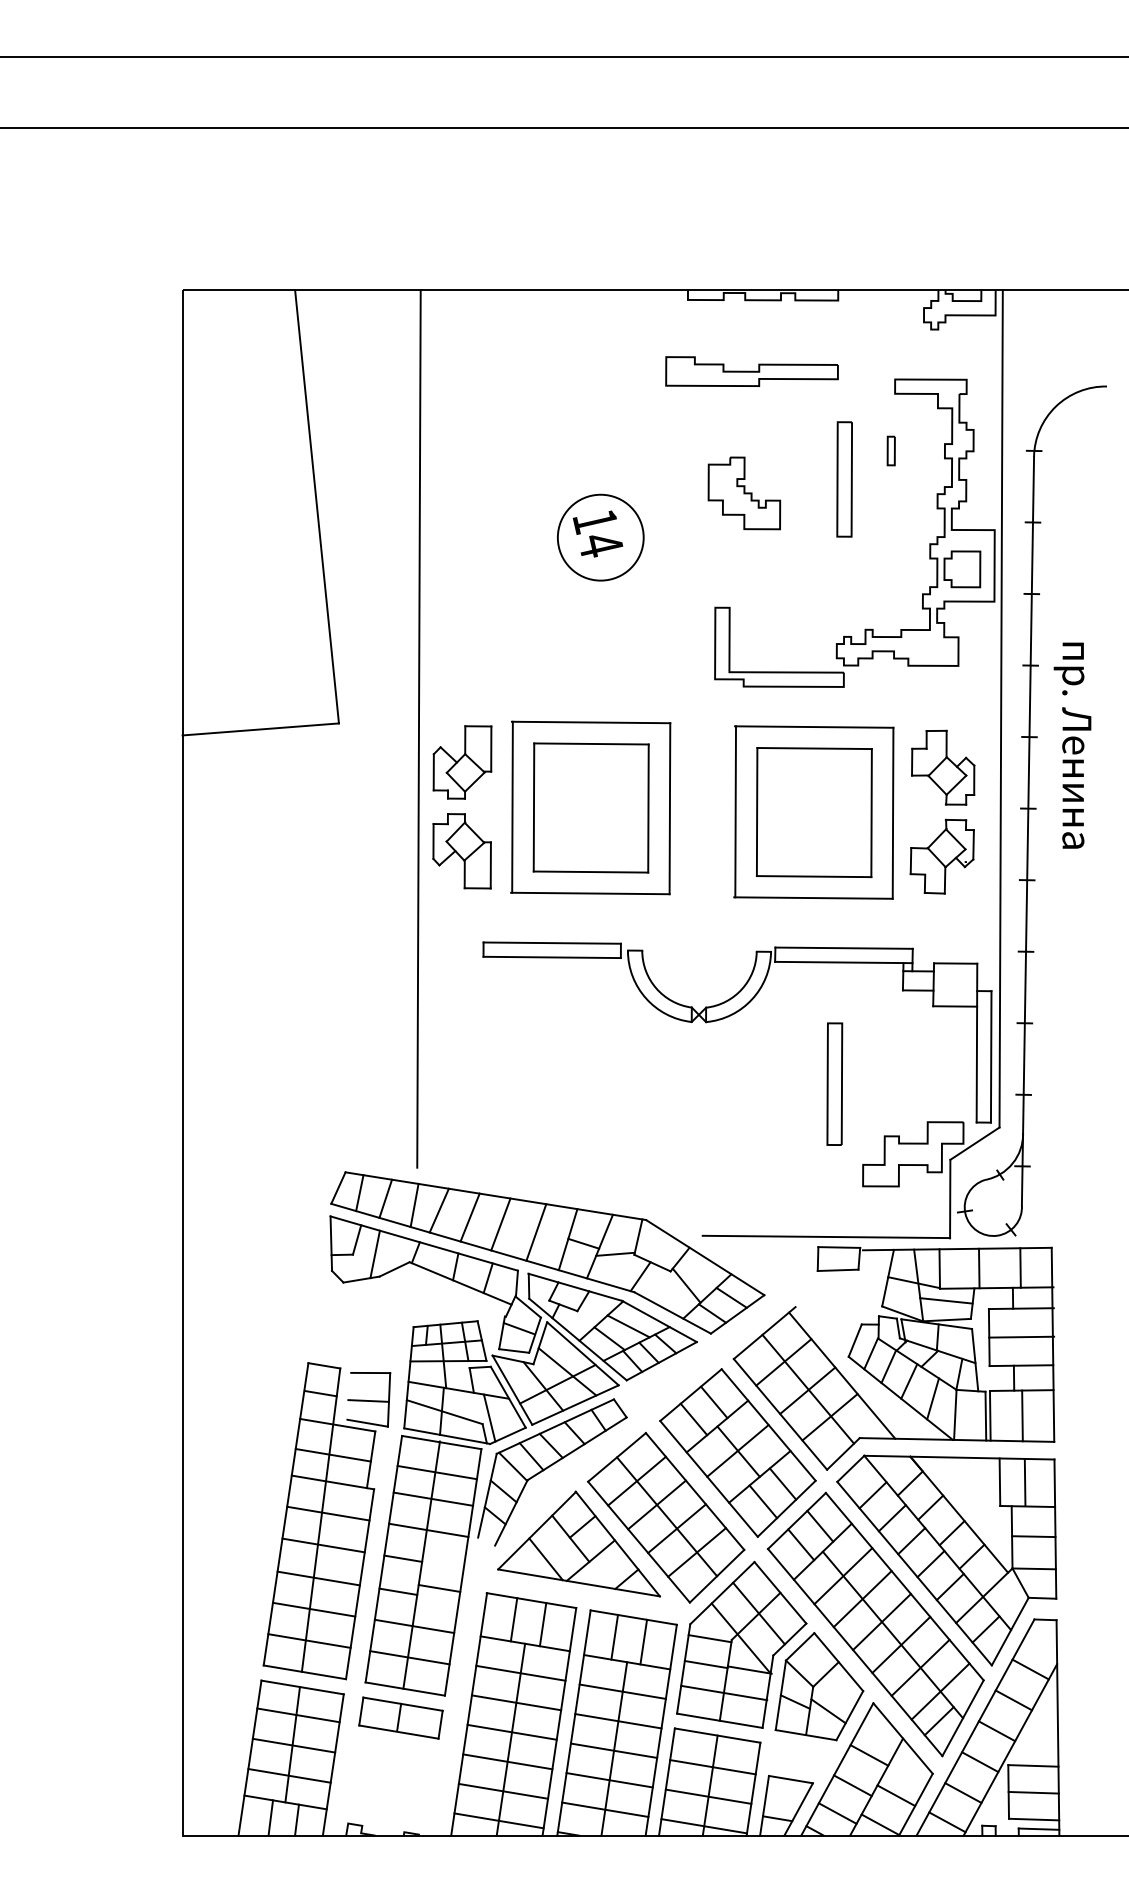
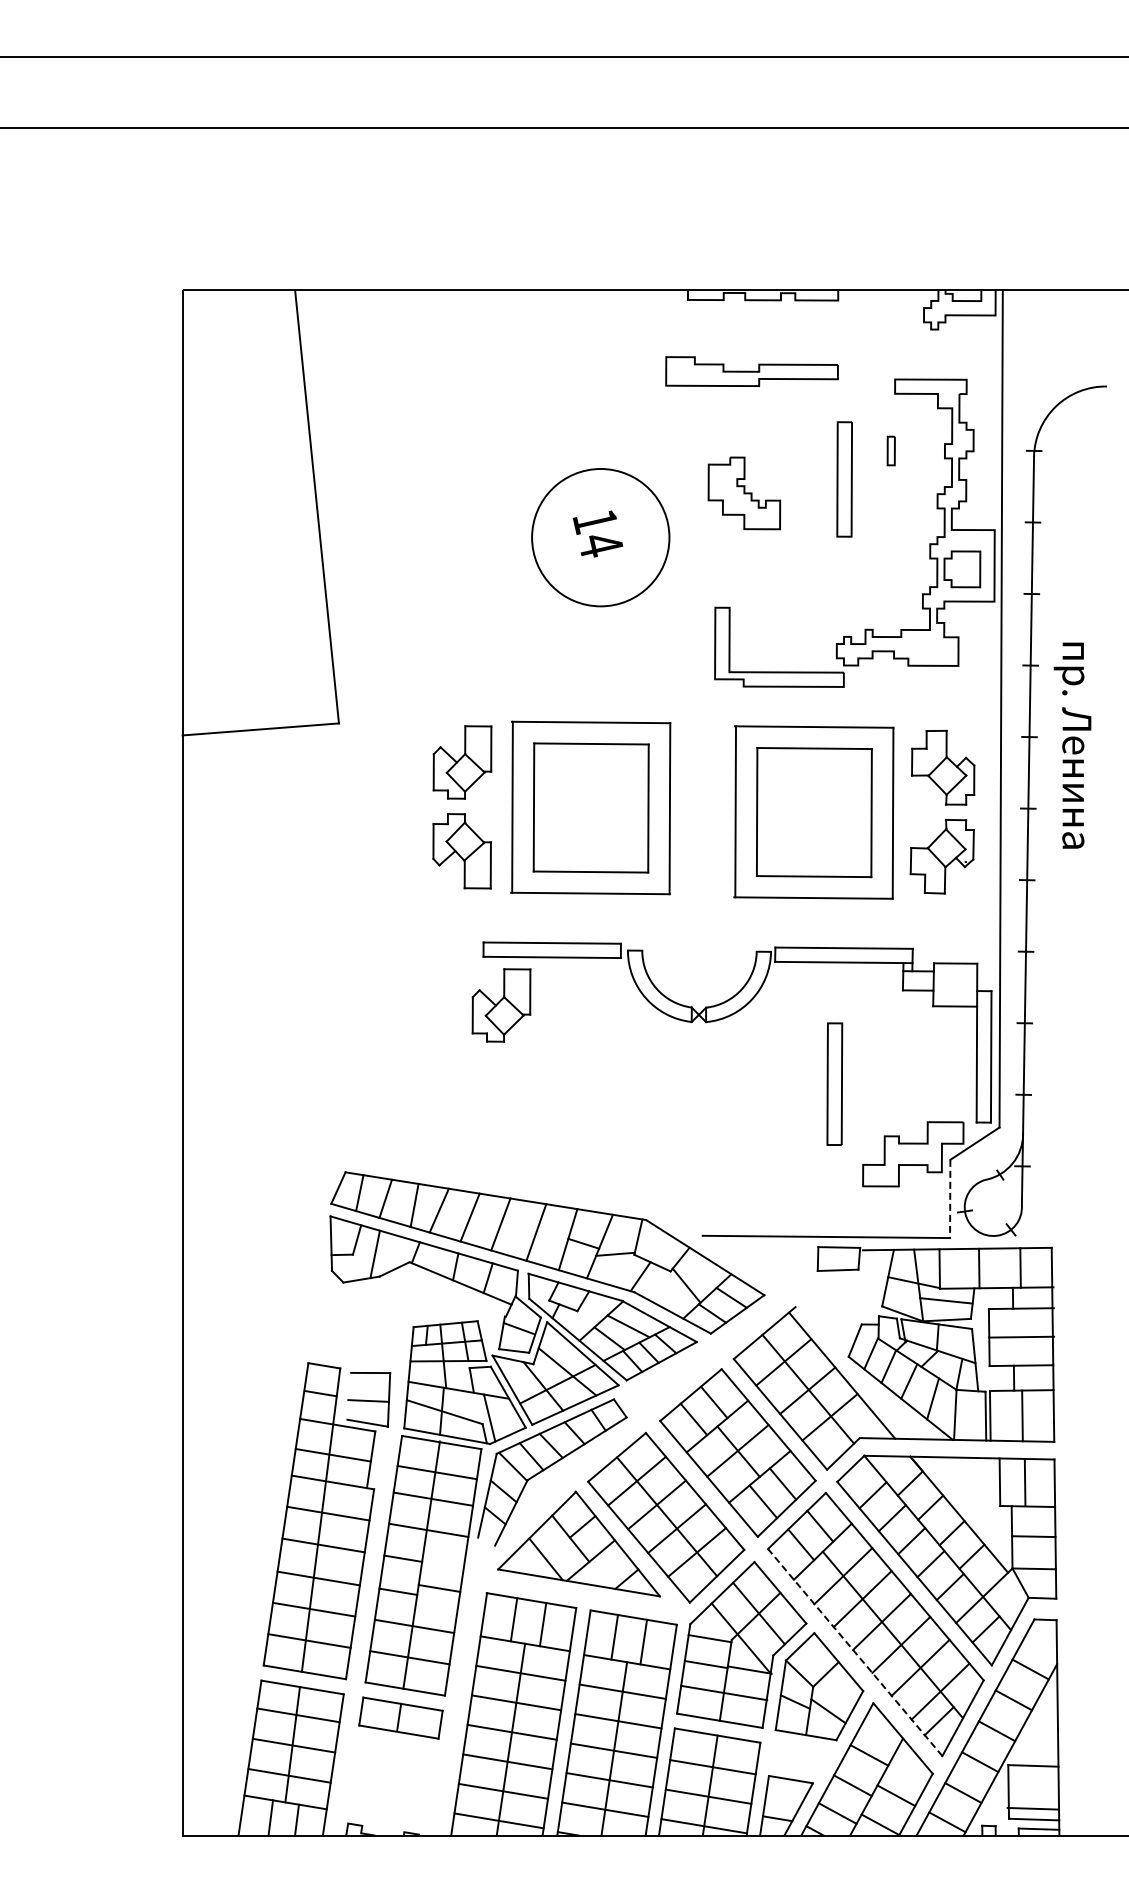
circle at (600, 537) diameter: 86 px -> 137 px
line at (418, 728): present -> none
part at (501, 1005): none -> present
line at (950, 1199): solid -> dashed
line at (854, 1652): solid -> dashed
line at (1033, 1792) position: (1033, 1792) -> (1032, 1808)
